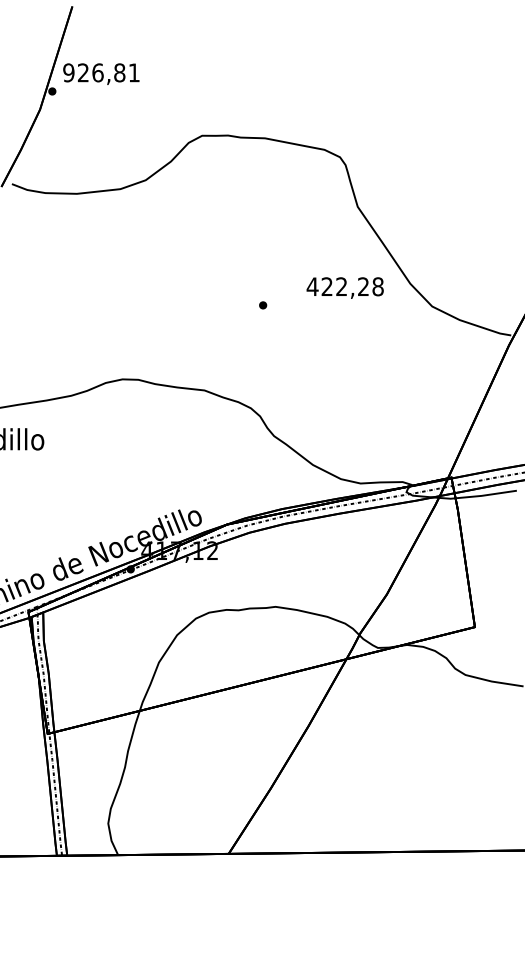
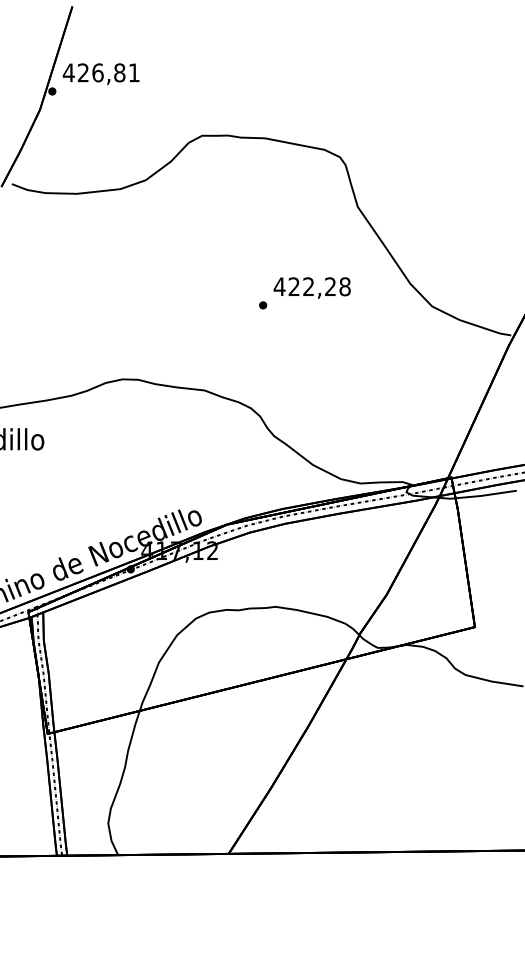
text at (68, 72): 926,81 -> 426,81
text at (344, 287) position: (344, 287) -> (311, 287)
